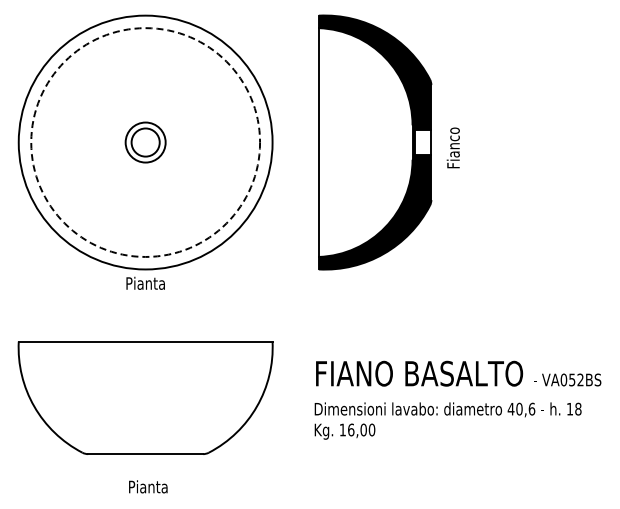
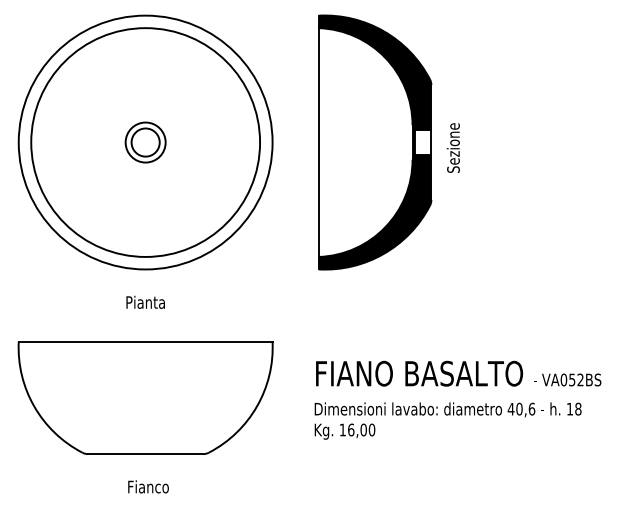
circle at (145, 142): dashed -> solid
text at (452, 147): Fianco -> Sezione
text at (145, 282) position: (145, 282) -> (145, 301)
text at (148, 486): Pianta -> Fianco
